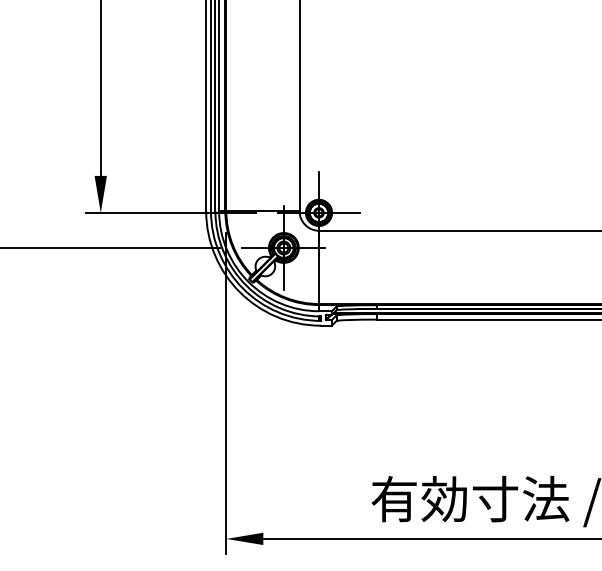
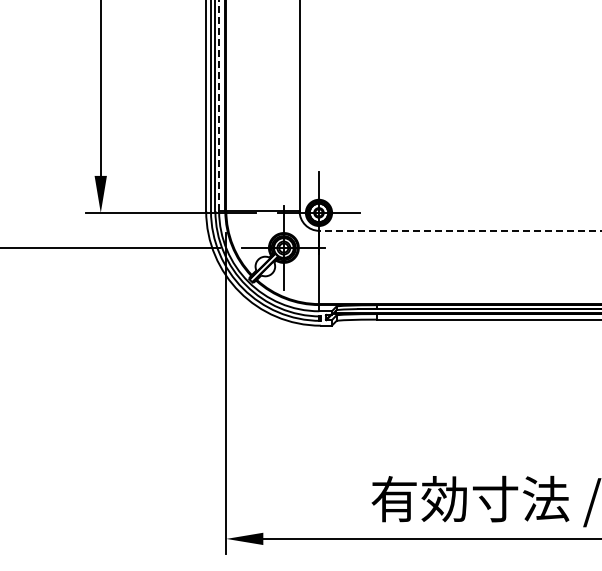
line at (219, 105): solid -> dashed
line at (460, 230): solid -> dashed
